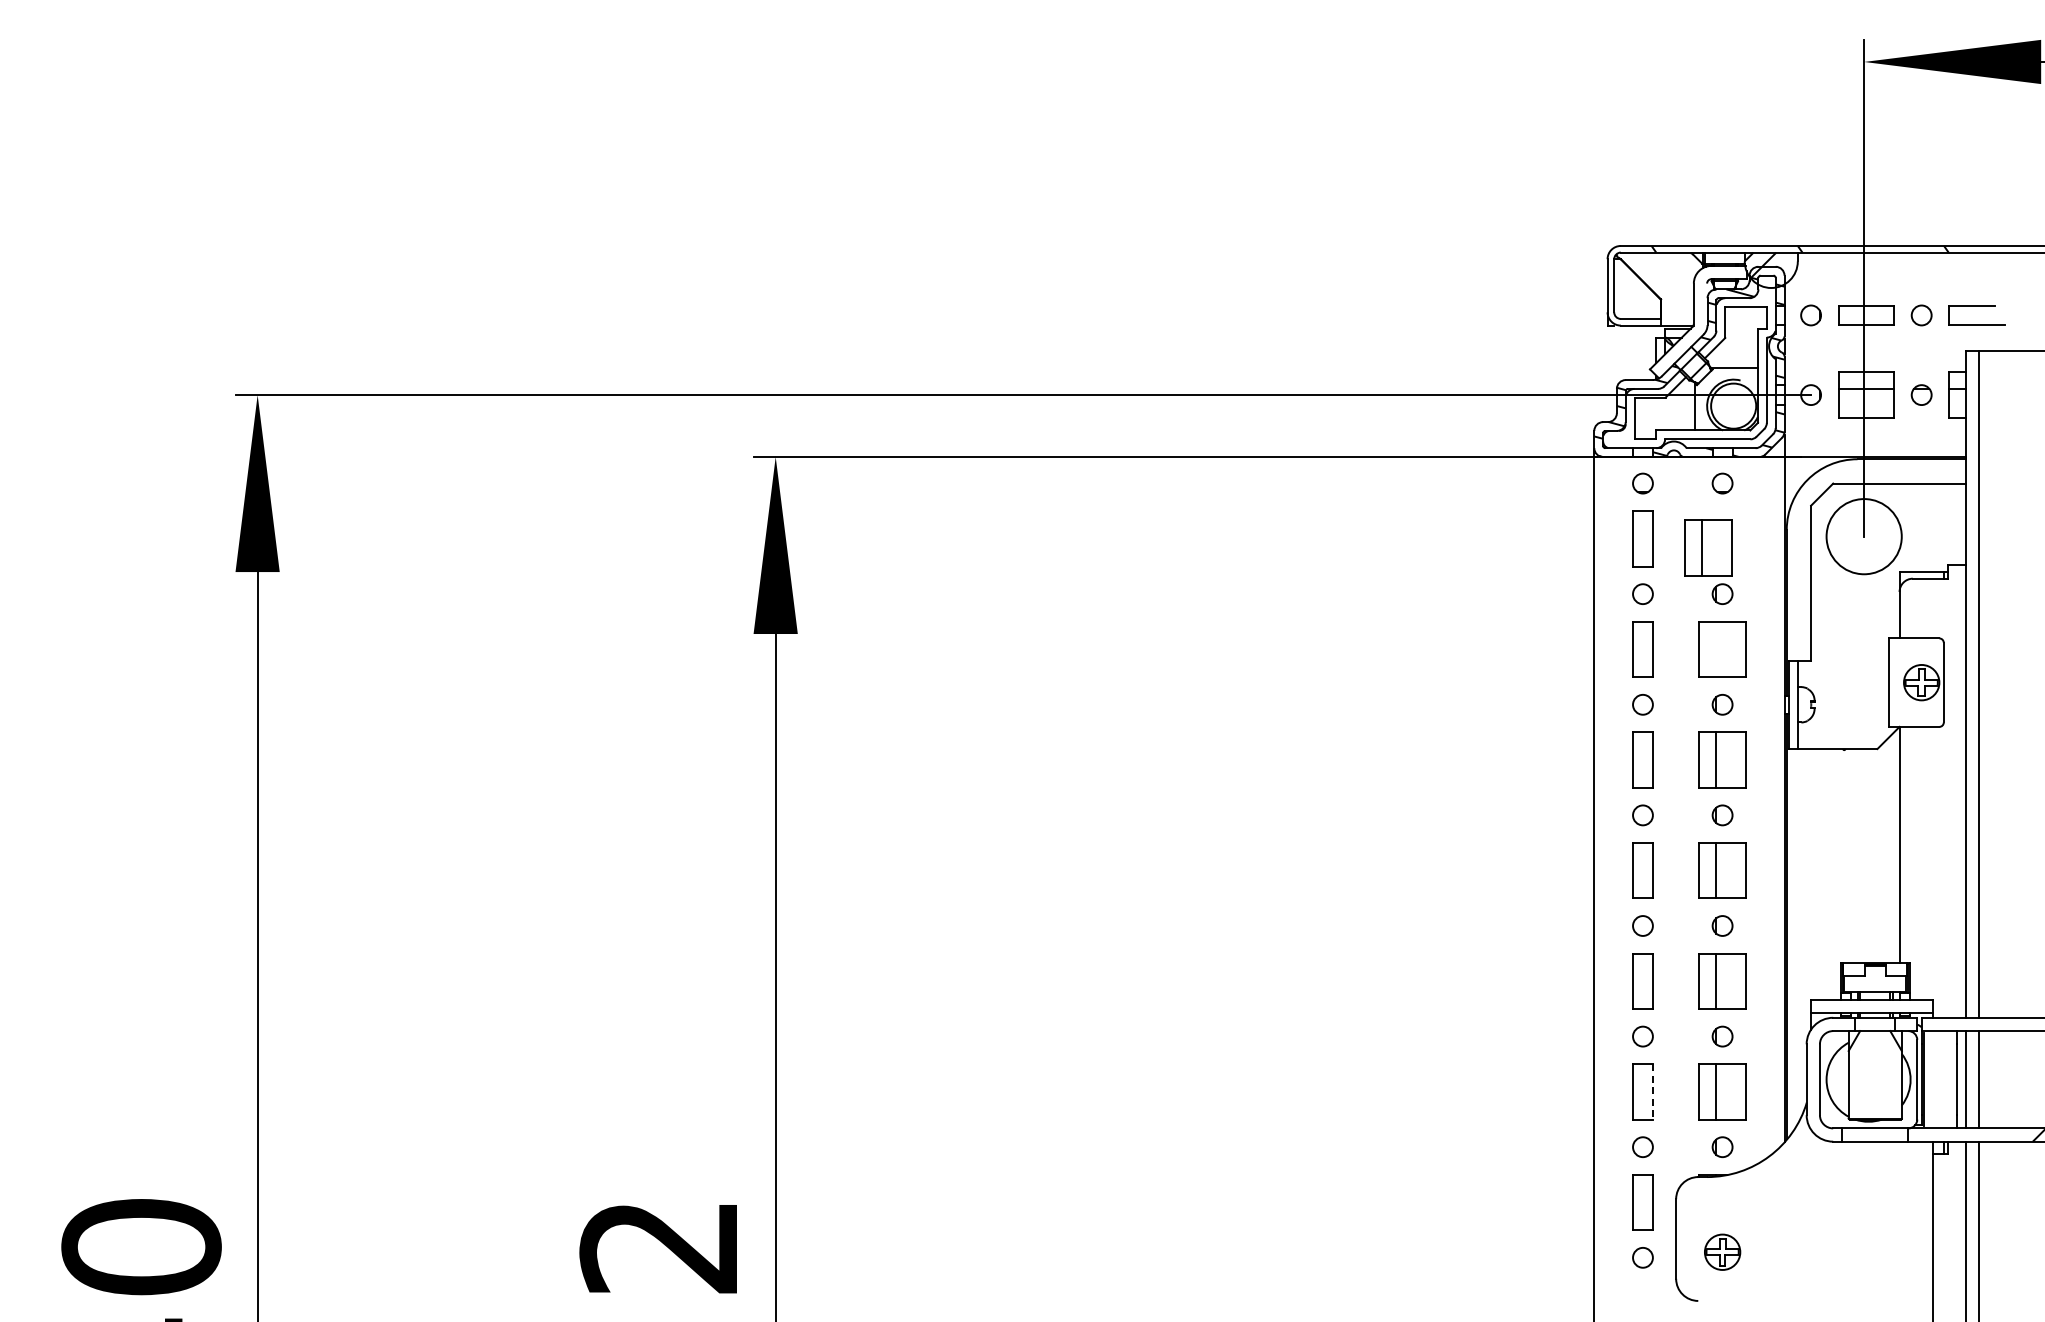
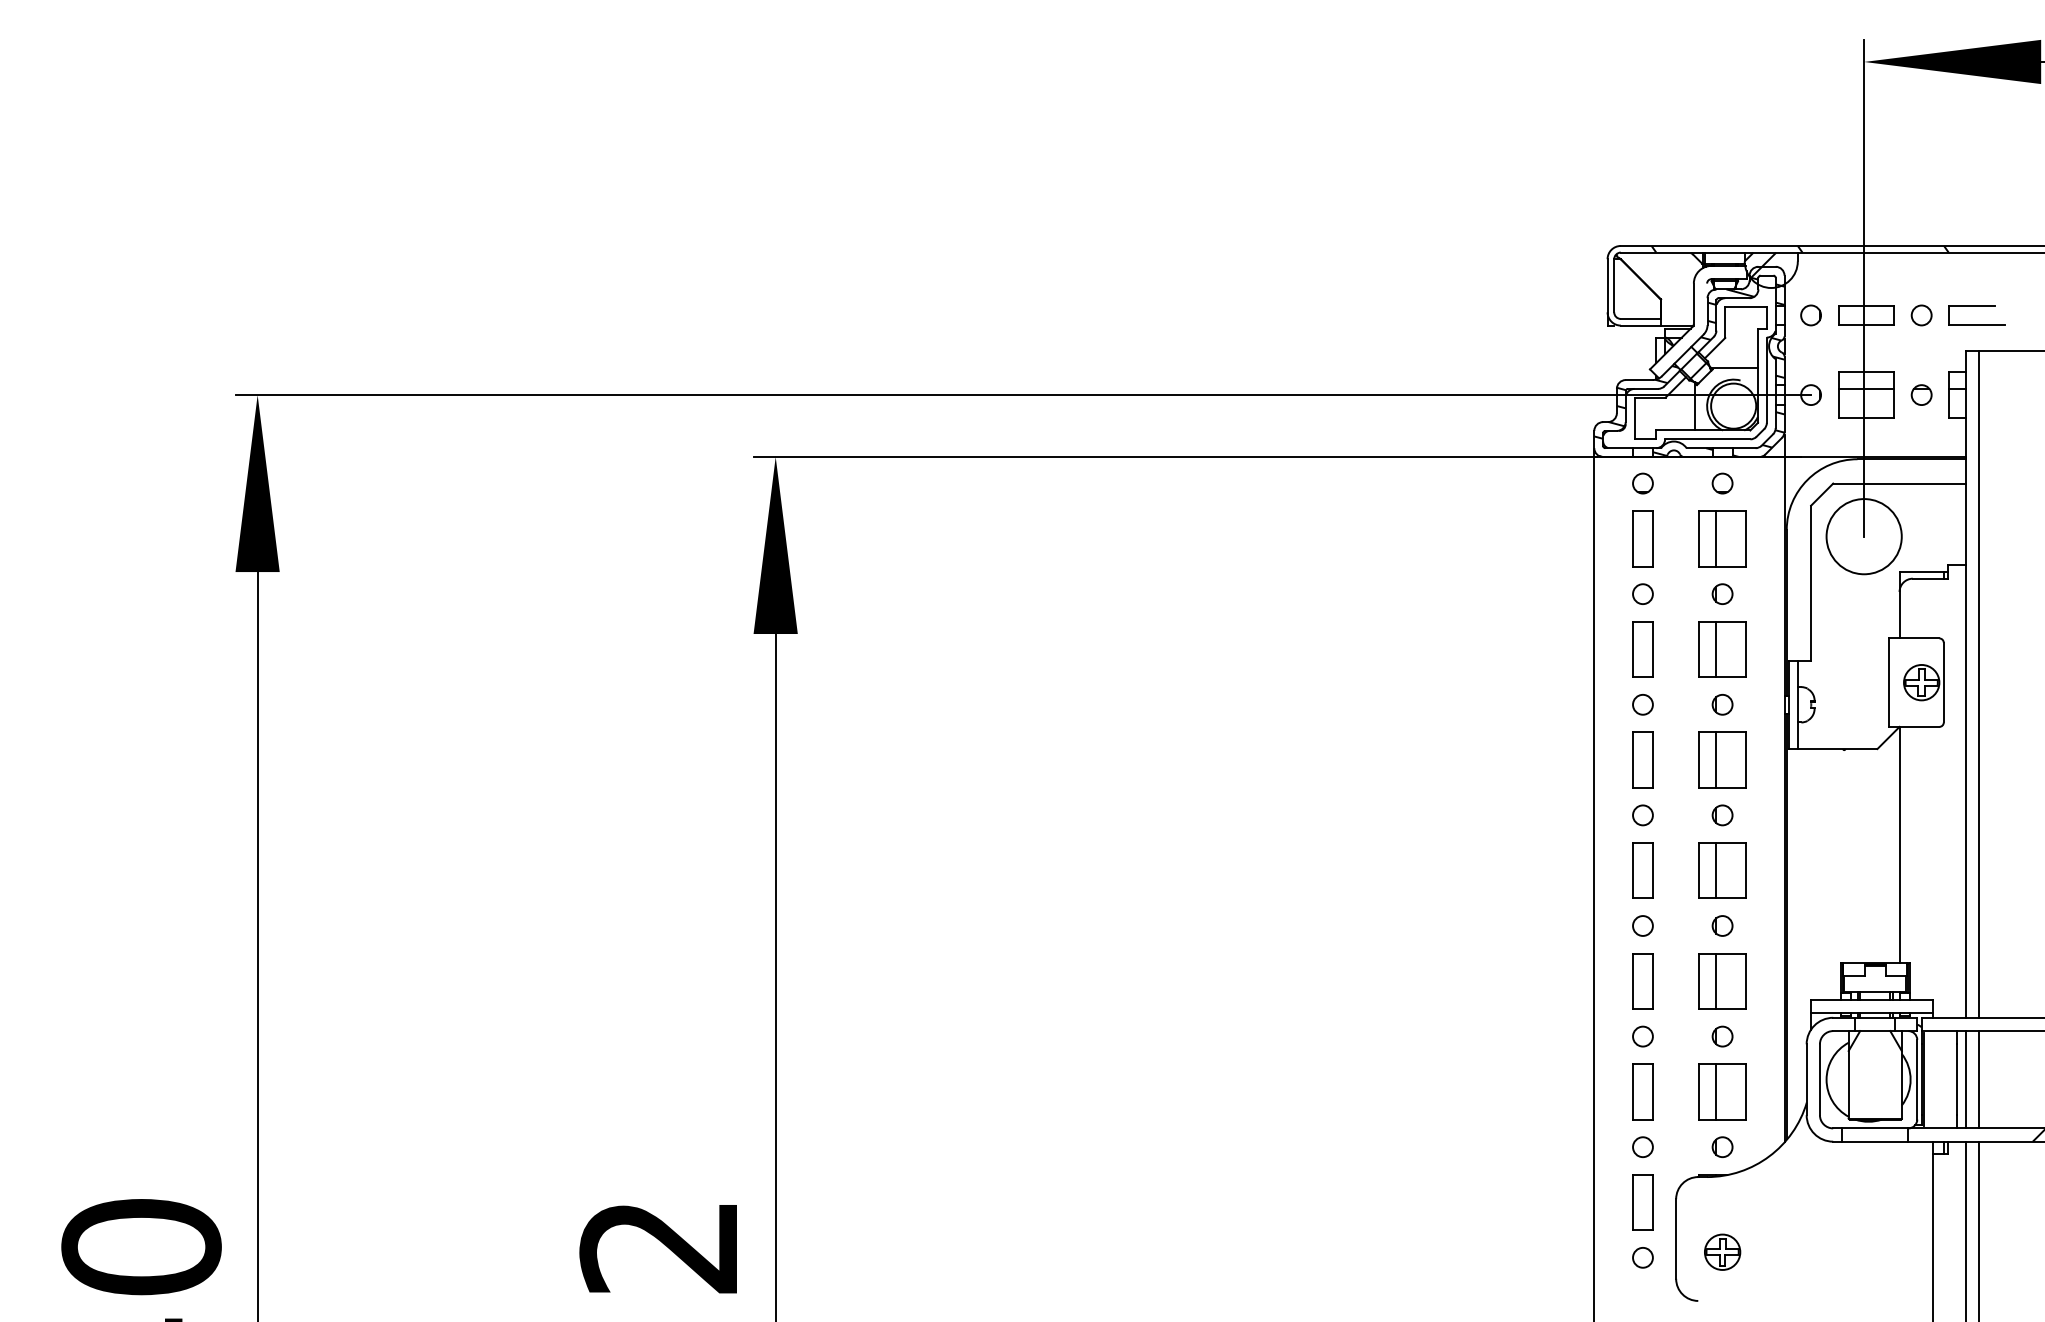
part at (1708, 547) position: (1708, 547) -> (1722, 538)
line at (1716, 649): none -> present
line at (1652, 1091): dashed -> solid
